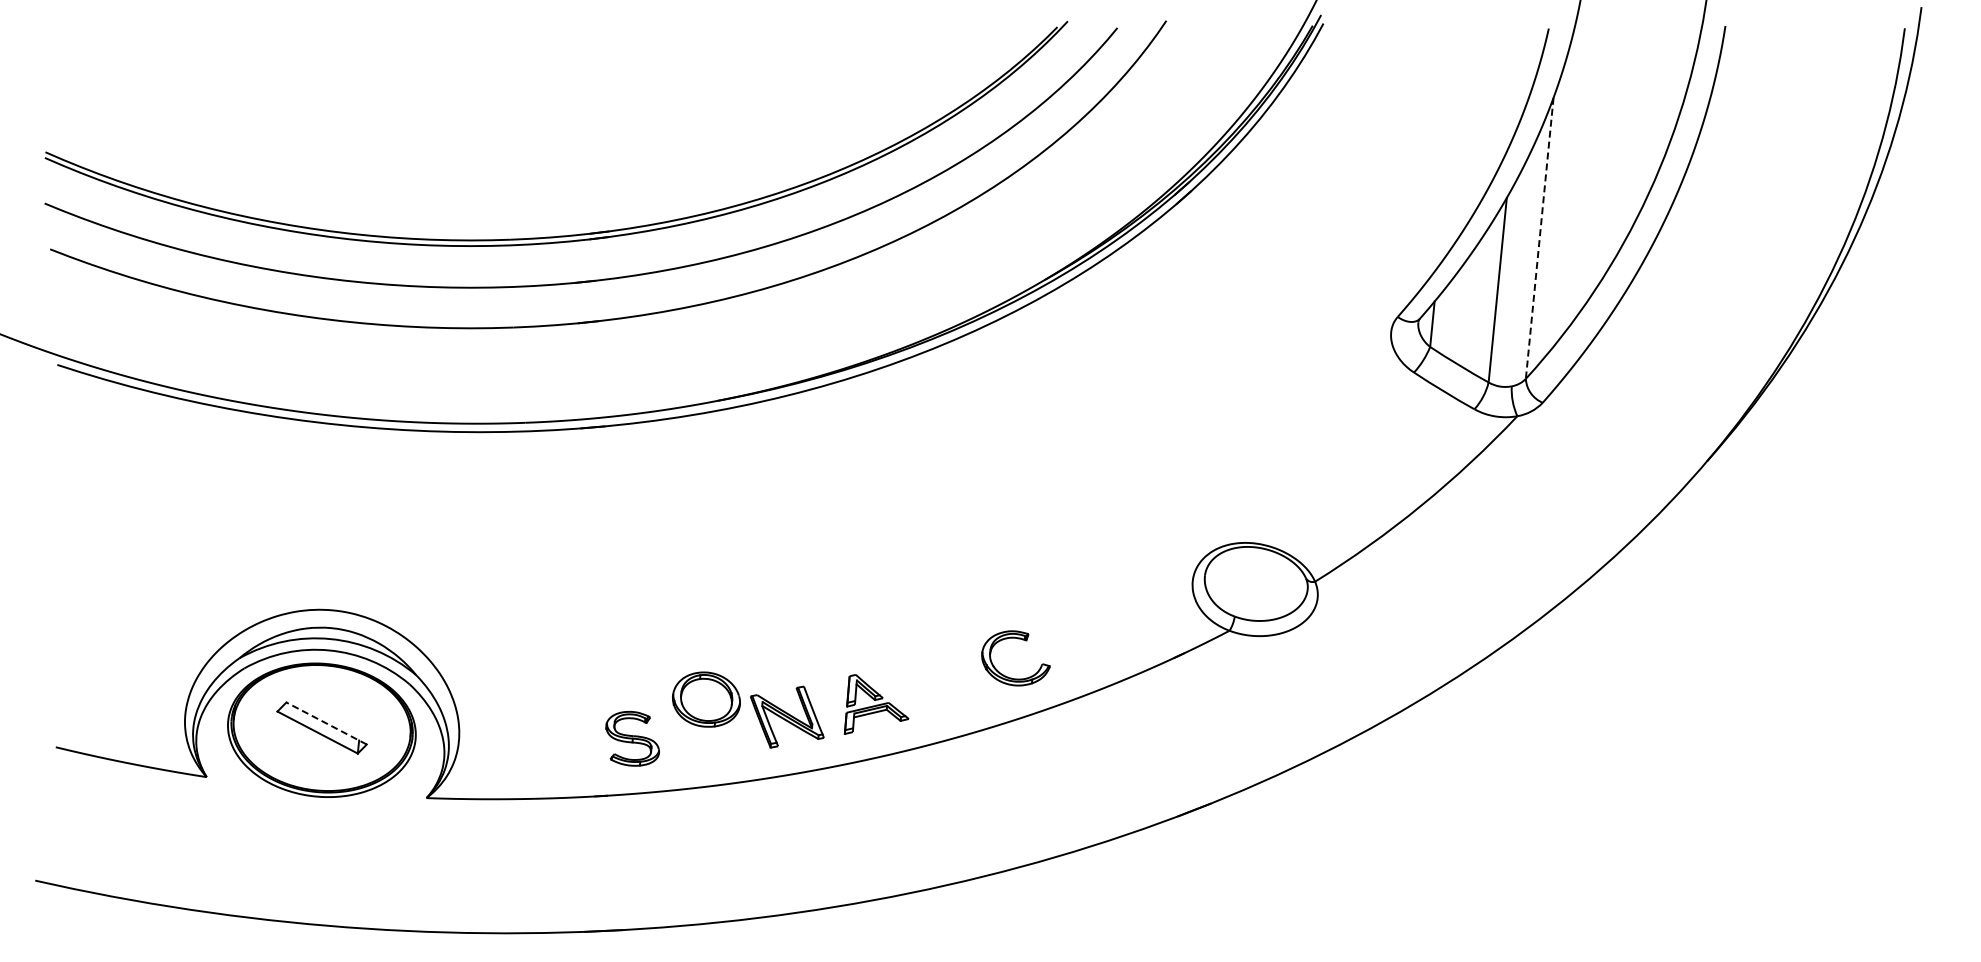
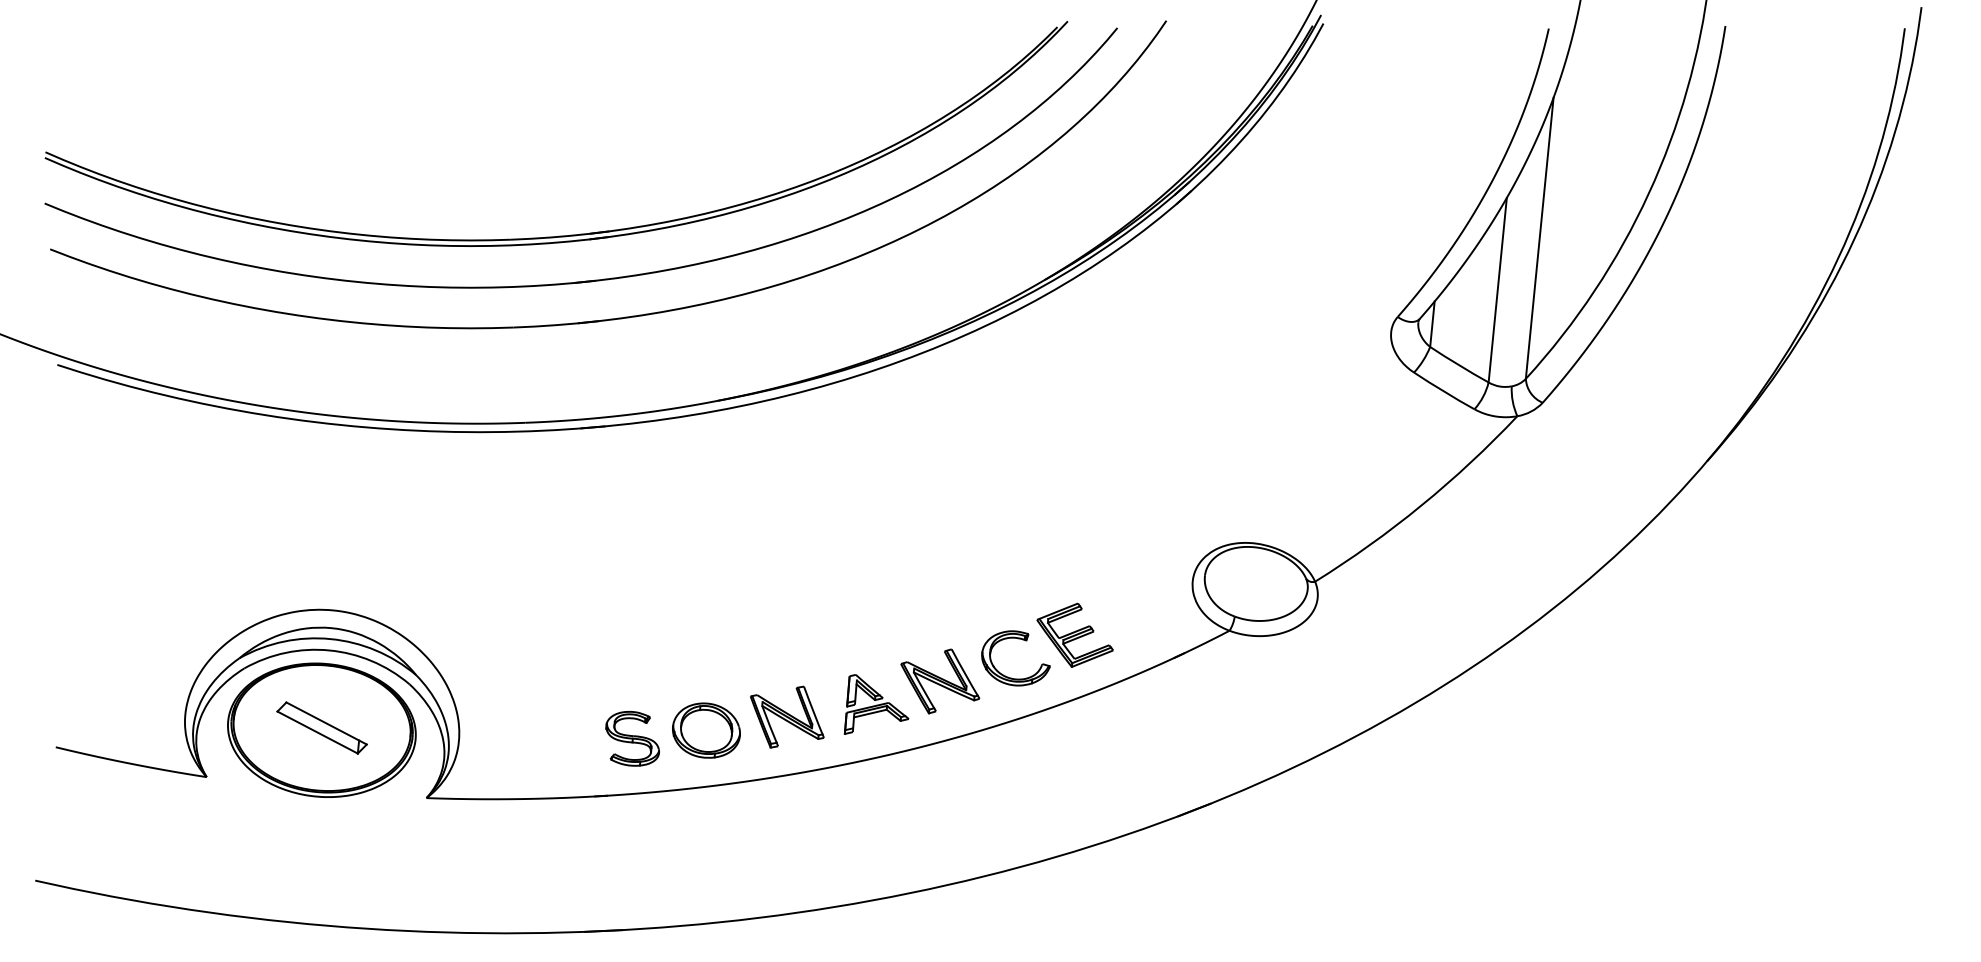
line at (1539, 238): dashed -> solid
part at (1074, 634): none -> present
part at (940, 681): none -> present
part at (706, 699) position: (706, 699) -> (706, 730)
line at (326, 723): dashed -> solid
